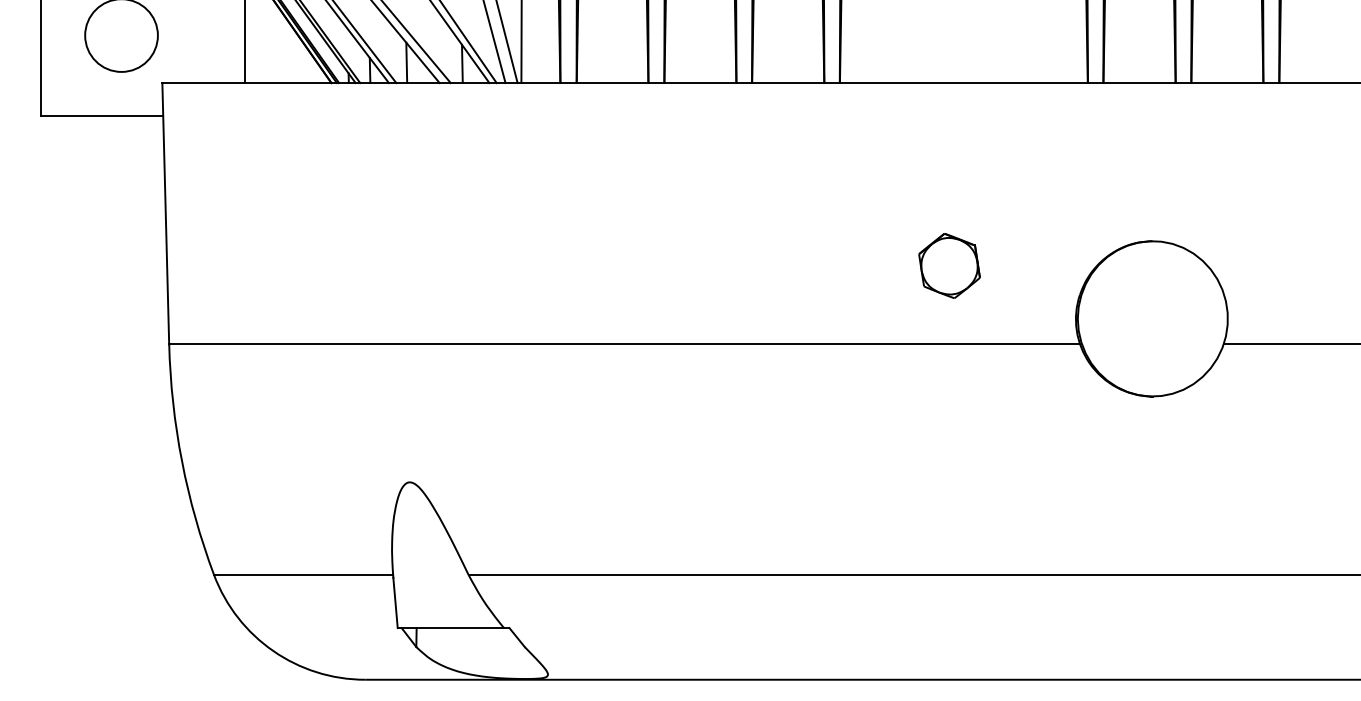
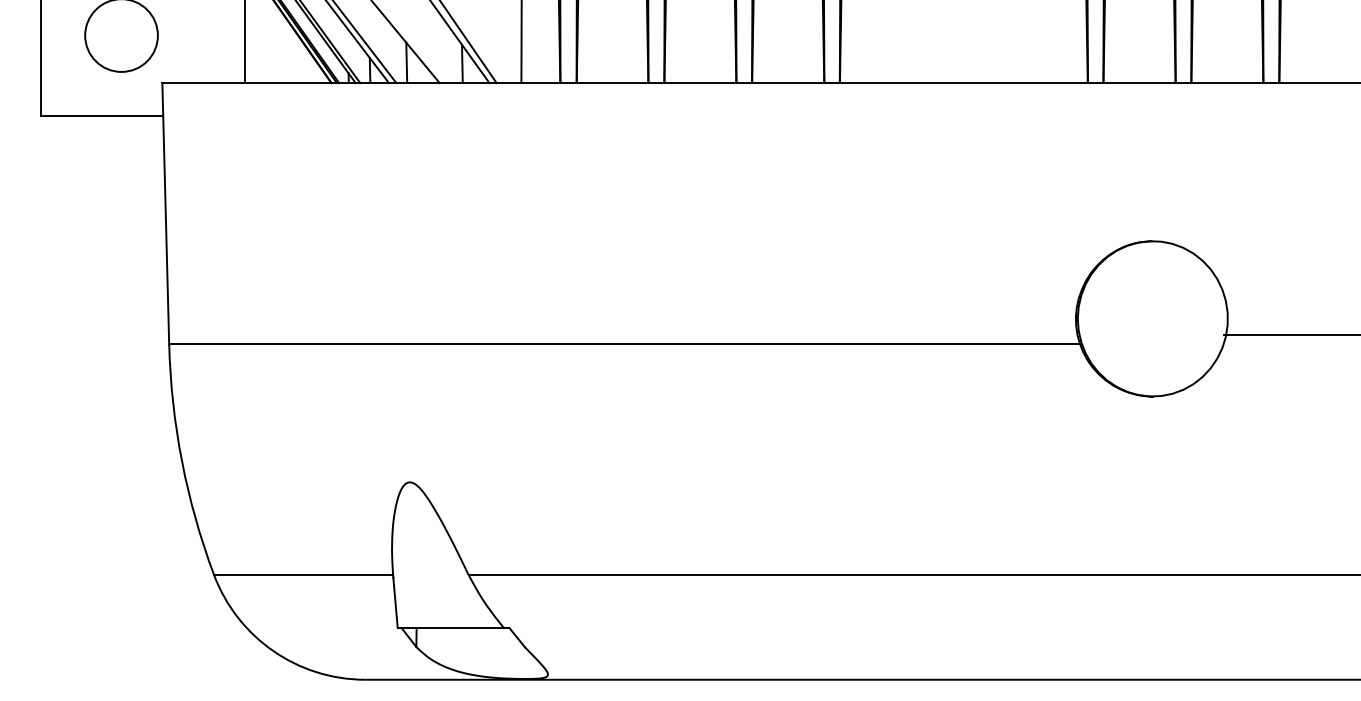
line at (416, 42): present -> none
line at (494, 42): present -> none
line at (506, 42): present -> none
part at (949, 265): present -> none
line at (1290, 344) position: (1290, 344) -> (1290, 335)
